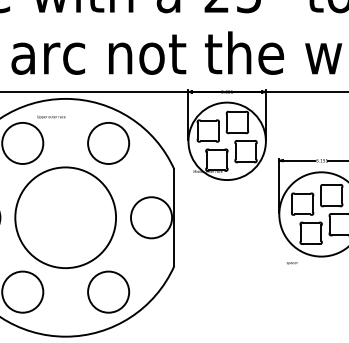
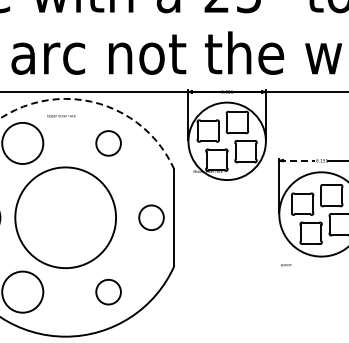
arc at (98, 103): solid -> dashed
text at (51, 116) position: (51, 116) -> (61, 115)
circle at (108, 143) diameter: 41 px -> 25 px
line at (297, 160): solid -> dashed
circle at (151, 217) diameter: 41 px -> 25 px
text at (292, 263) position: (292, 263) -> (286, 265)
circle at (108, 291) diameter: 41 px -> 25 px
